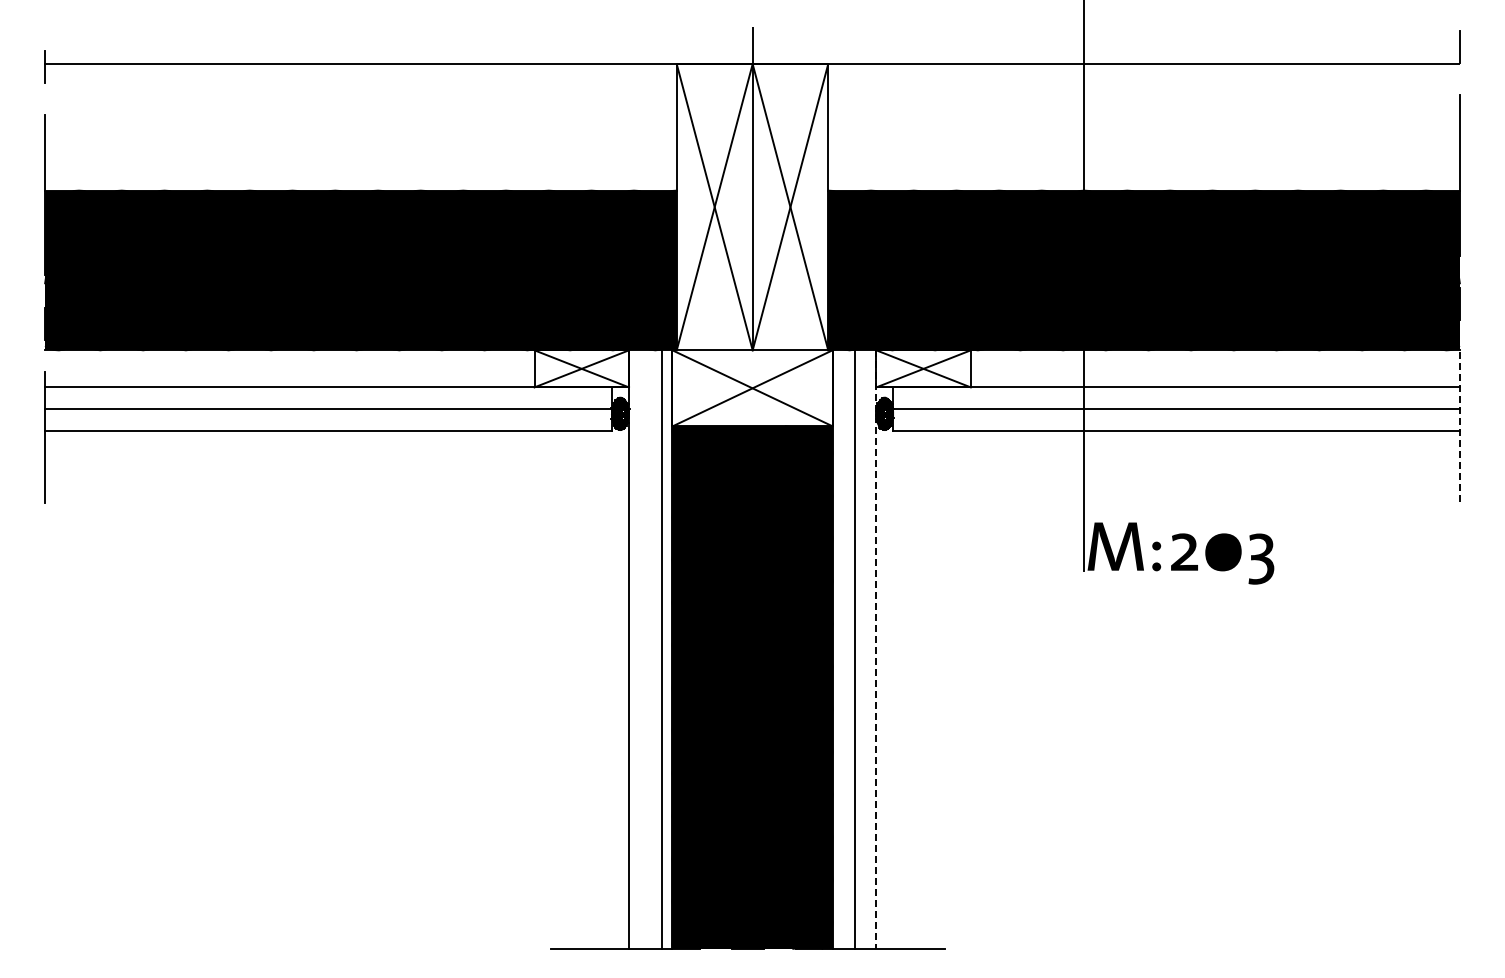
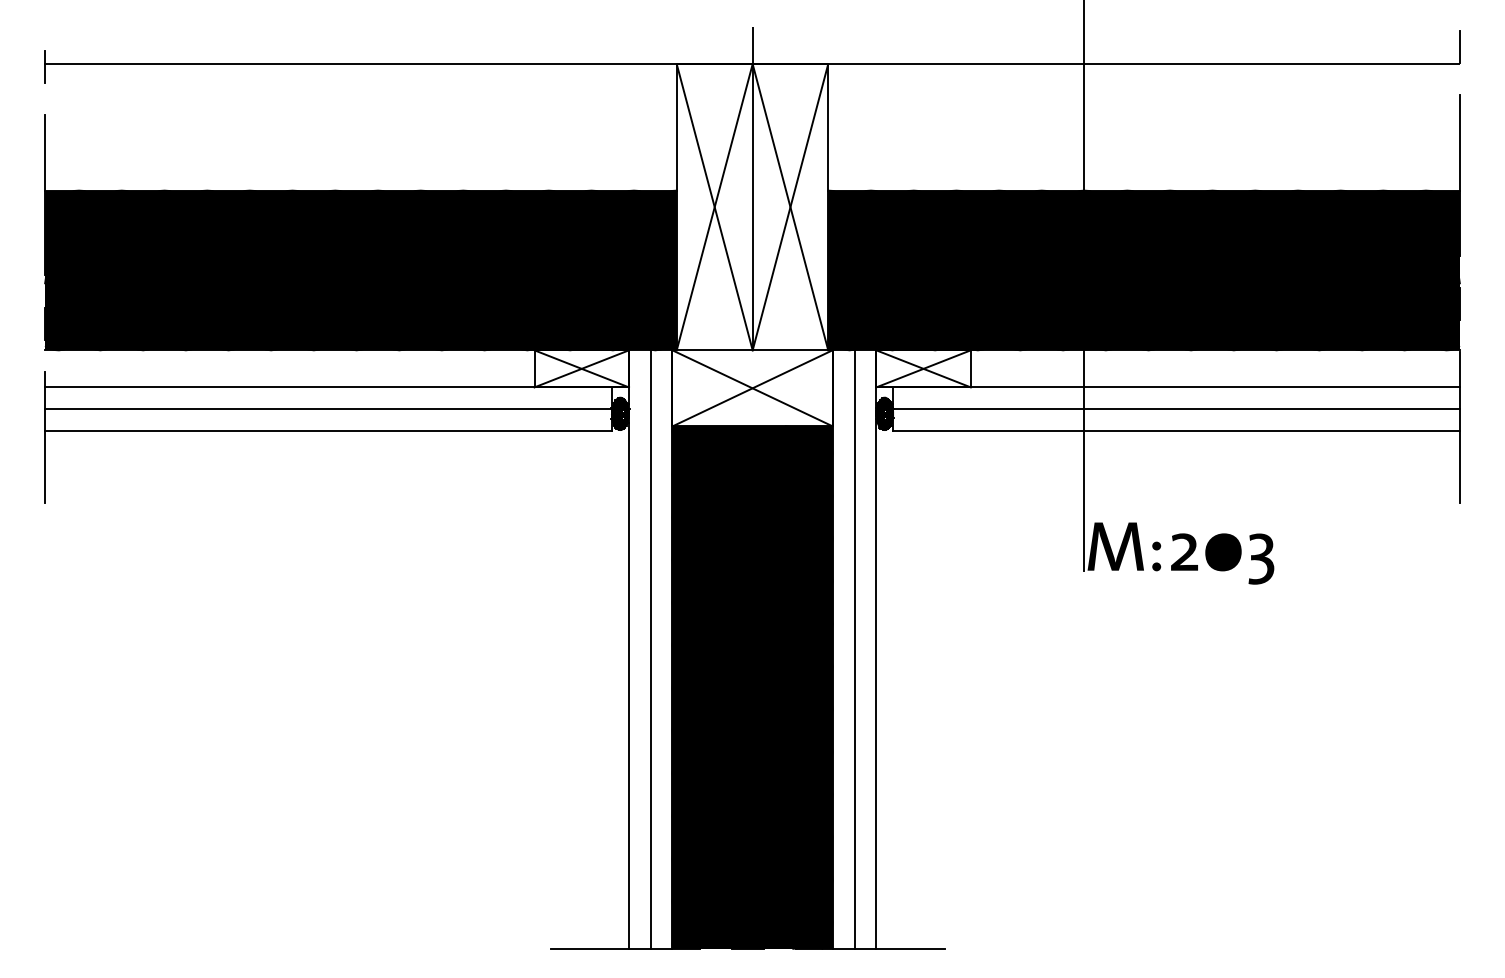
line at (1459, 427): dashed -> solid
line at (661, 649) position: (661, 649) -> (650, 649)
line at (876, 650): dashed -> solid
